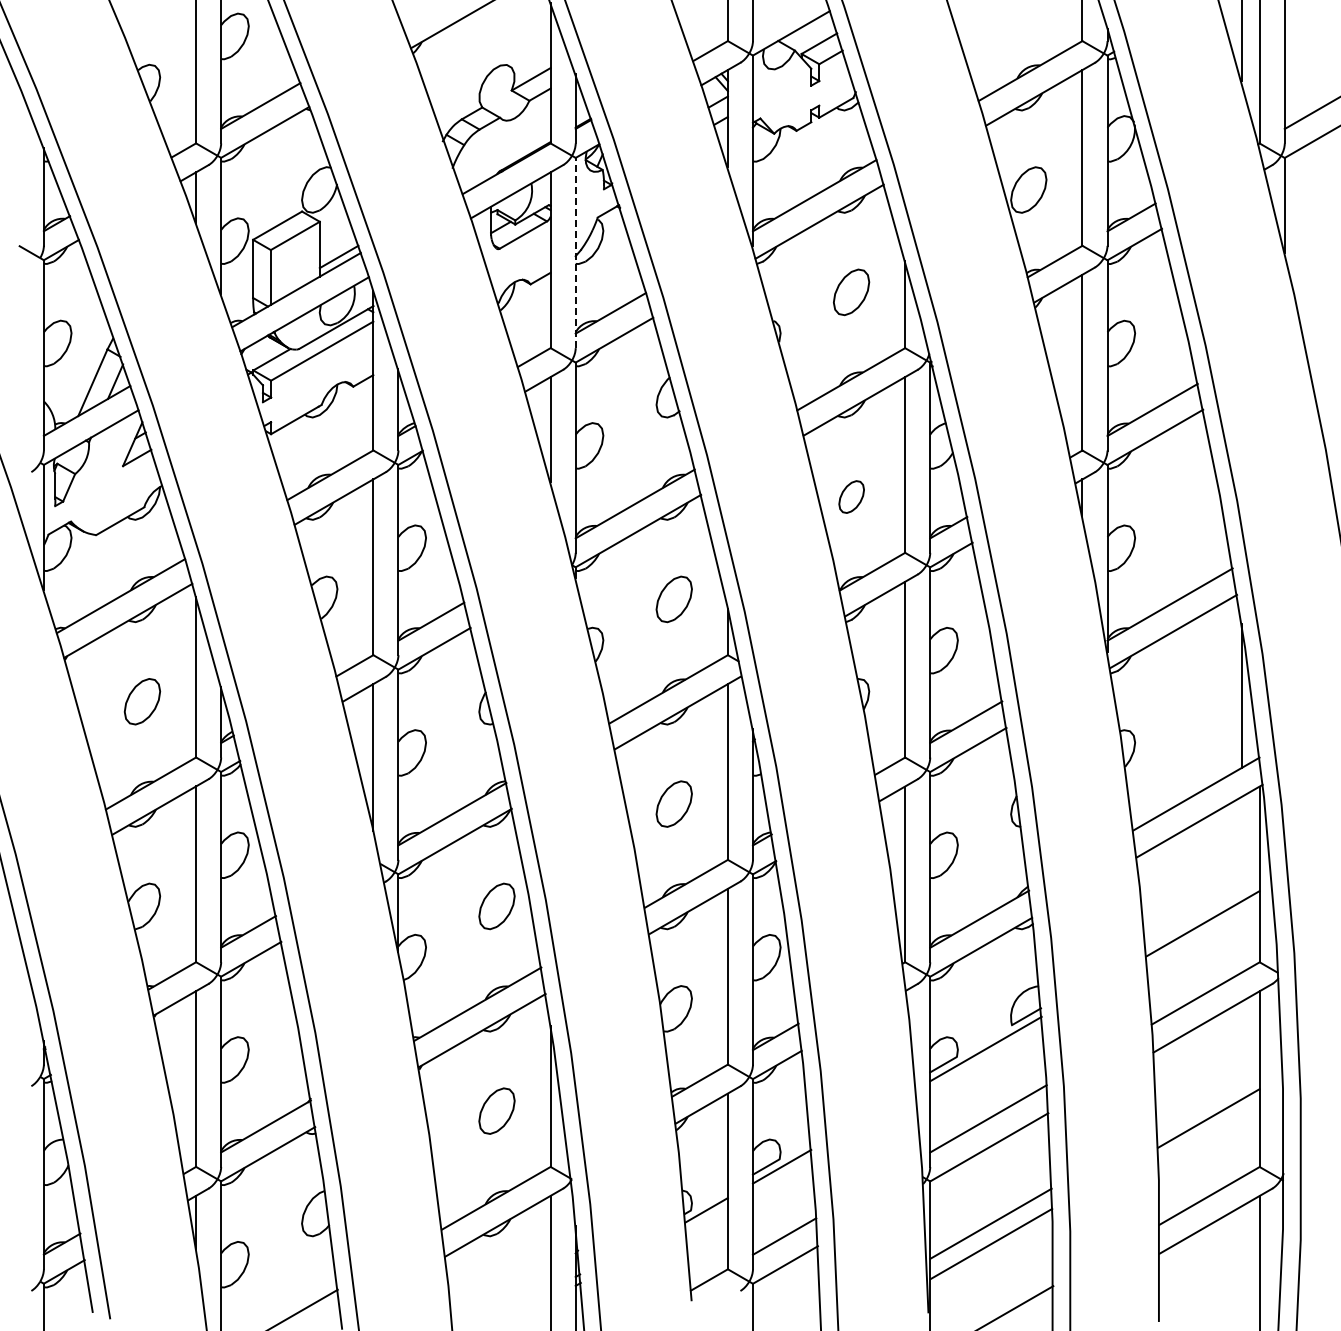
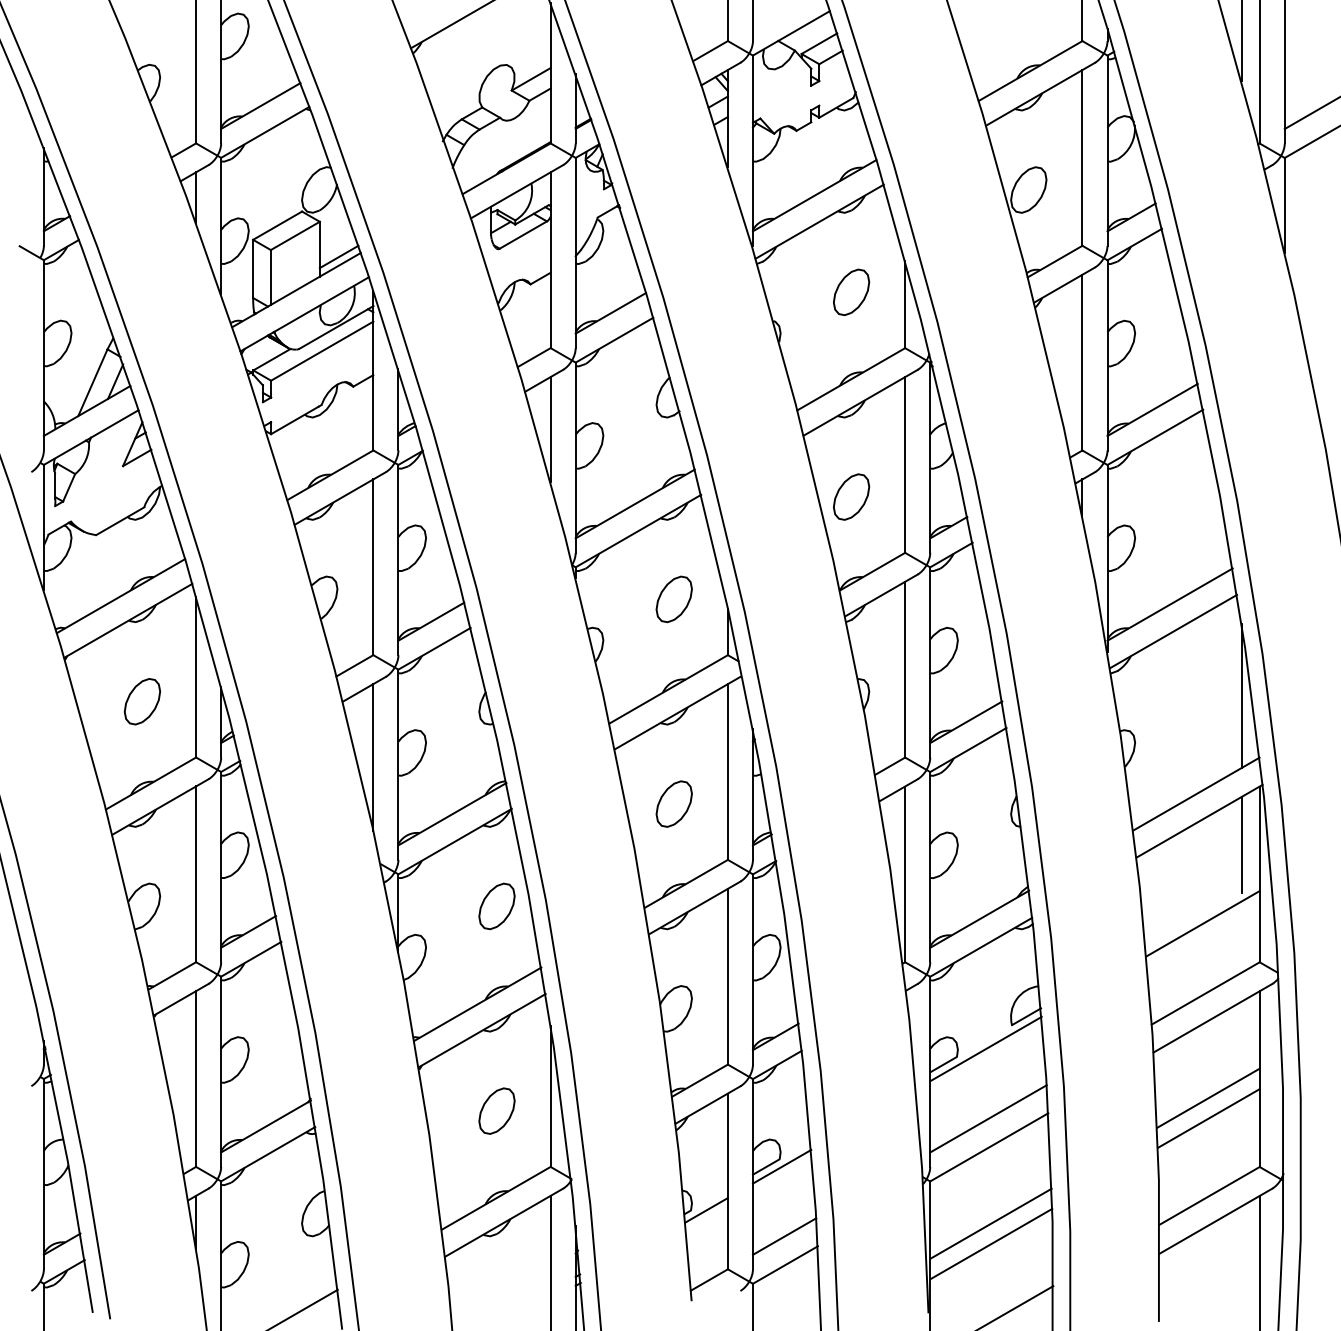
line at (575, 252): dashed -> solid
part at (851, 496) size: 27x34 px -> 38x48 px
line at (1241, 844): none -> present
line at (1208, 1097): none -> present
